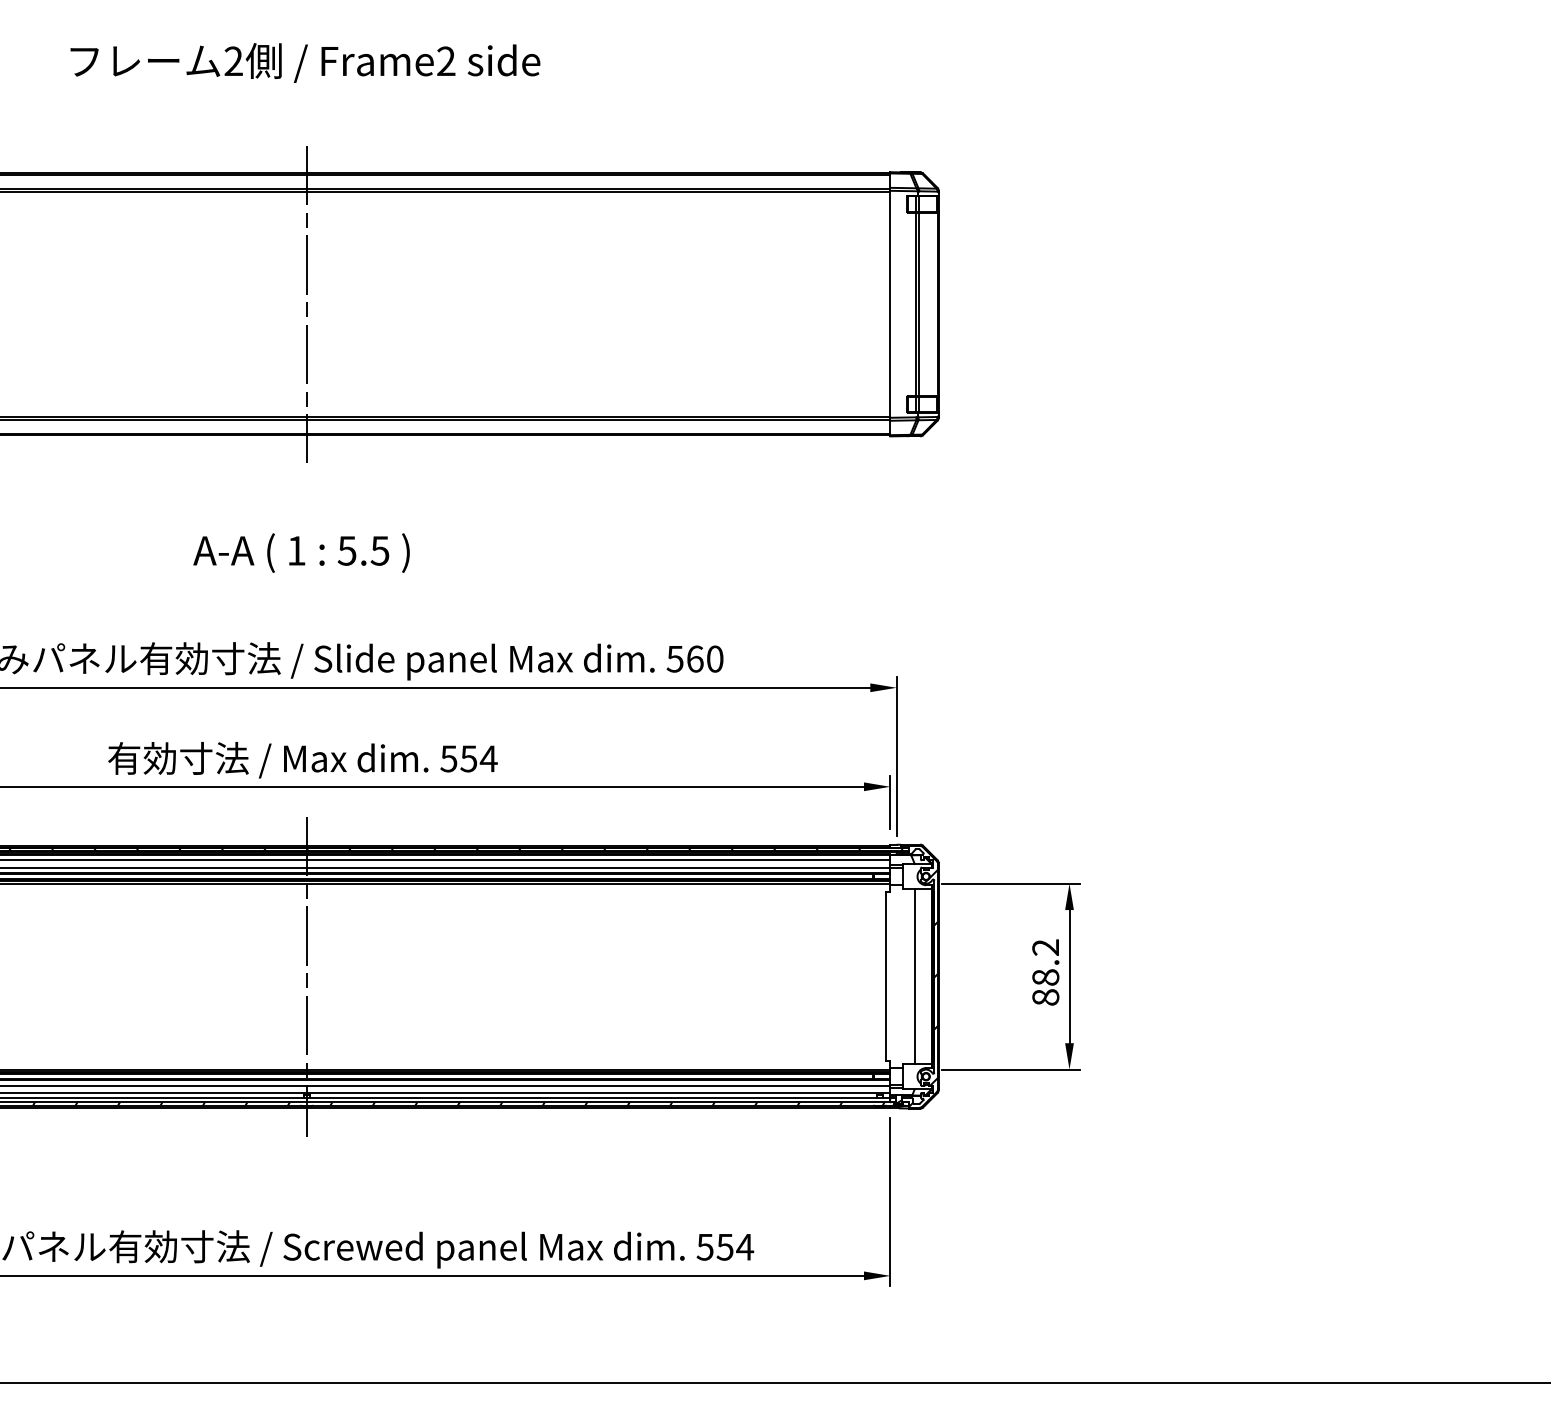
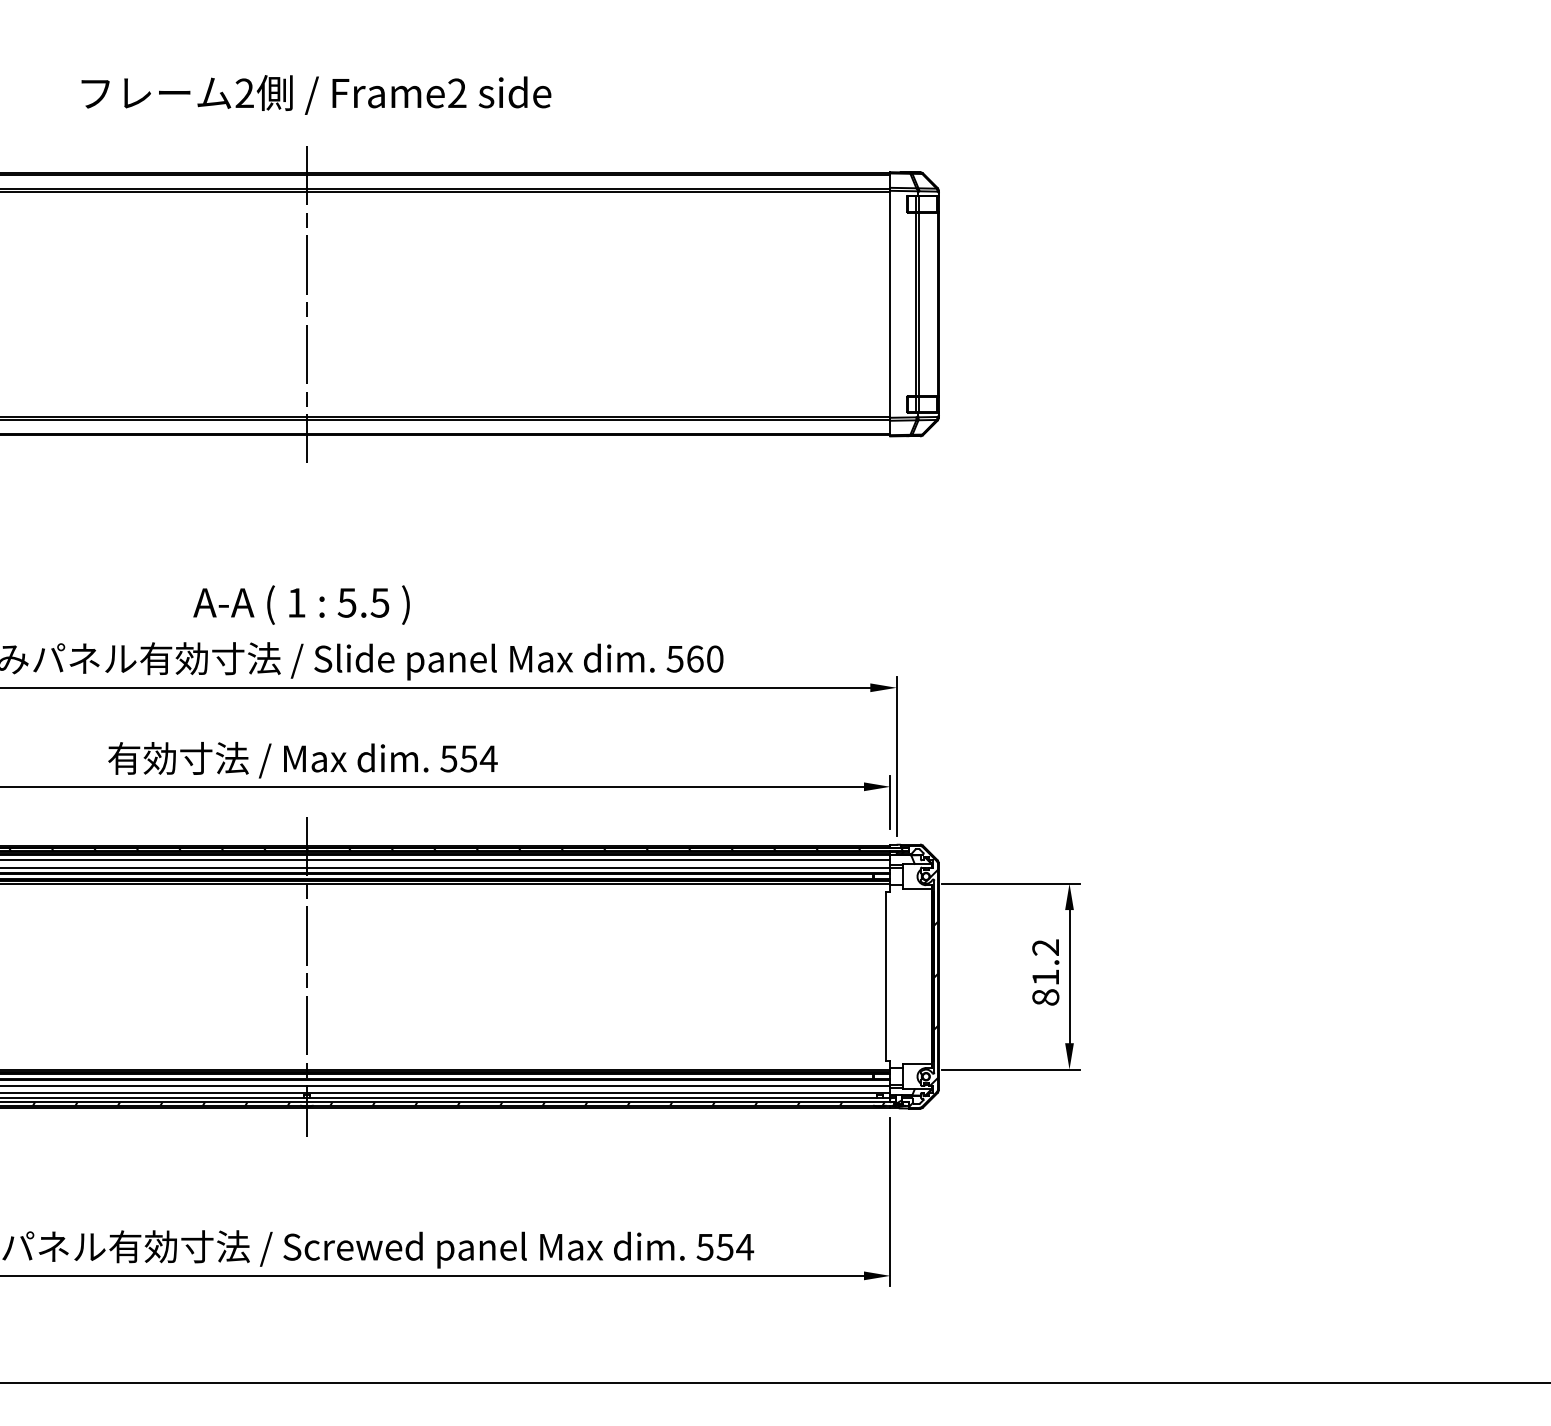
text at (305, 62) position: (305, 62) -> (316, 94)
text at (301, 552) position: (301, 552) -> (301, 604)
line at (915, 976): present -> none
text at (1045, 977): 88.2 -> 81.2
